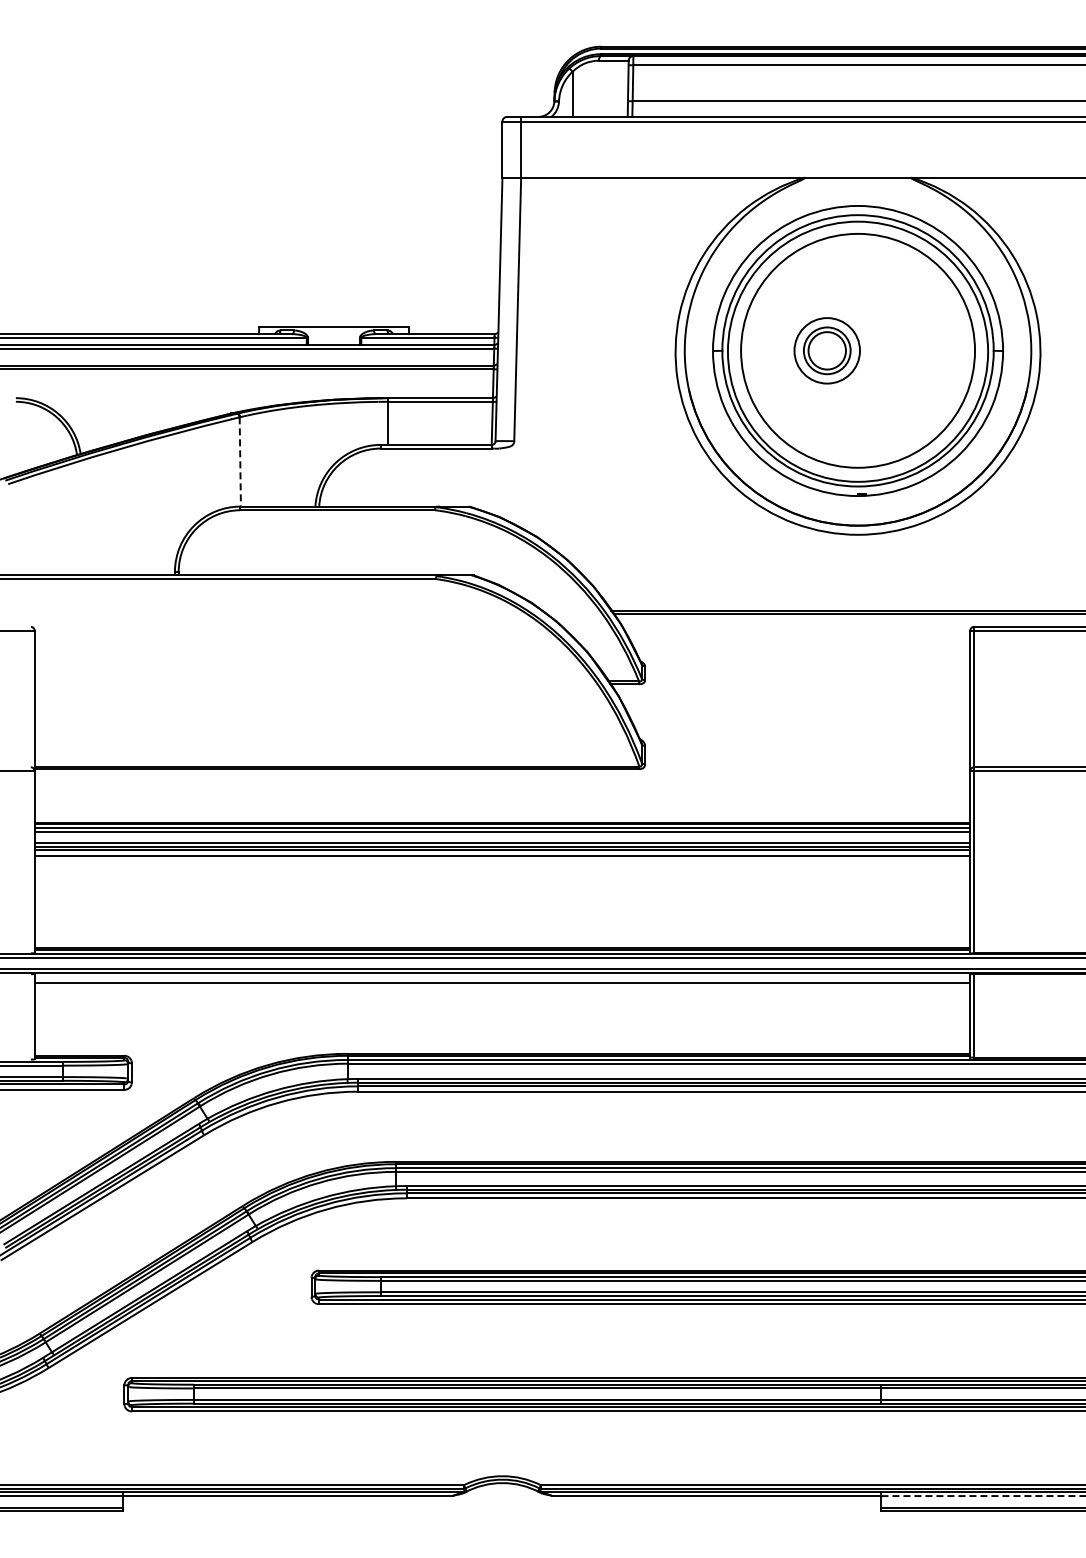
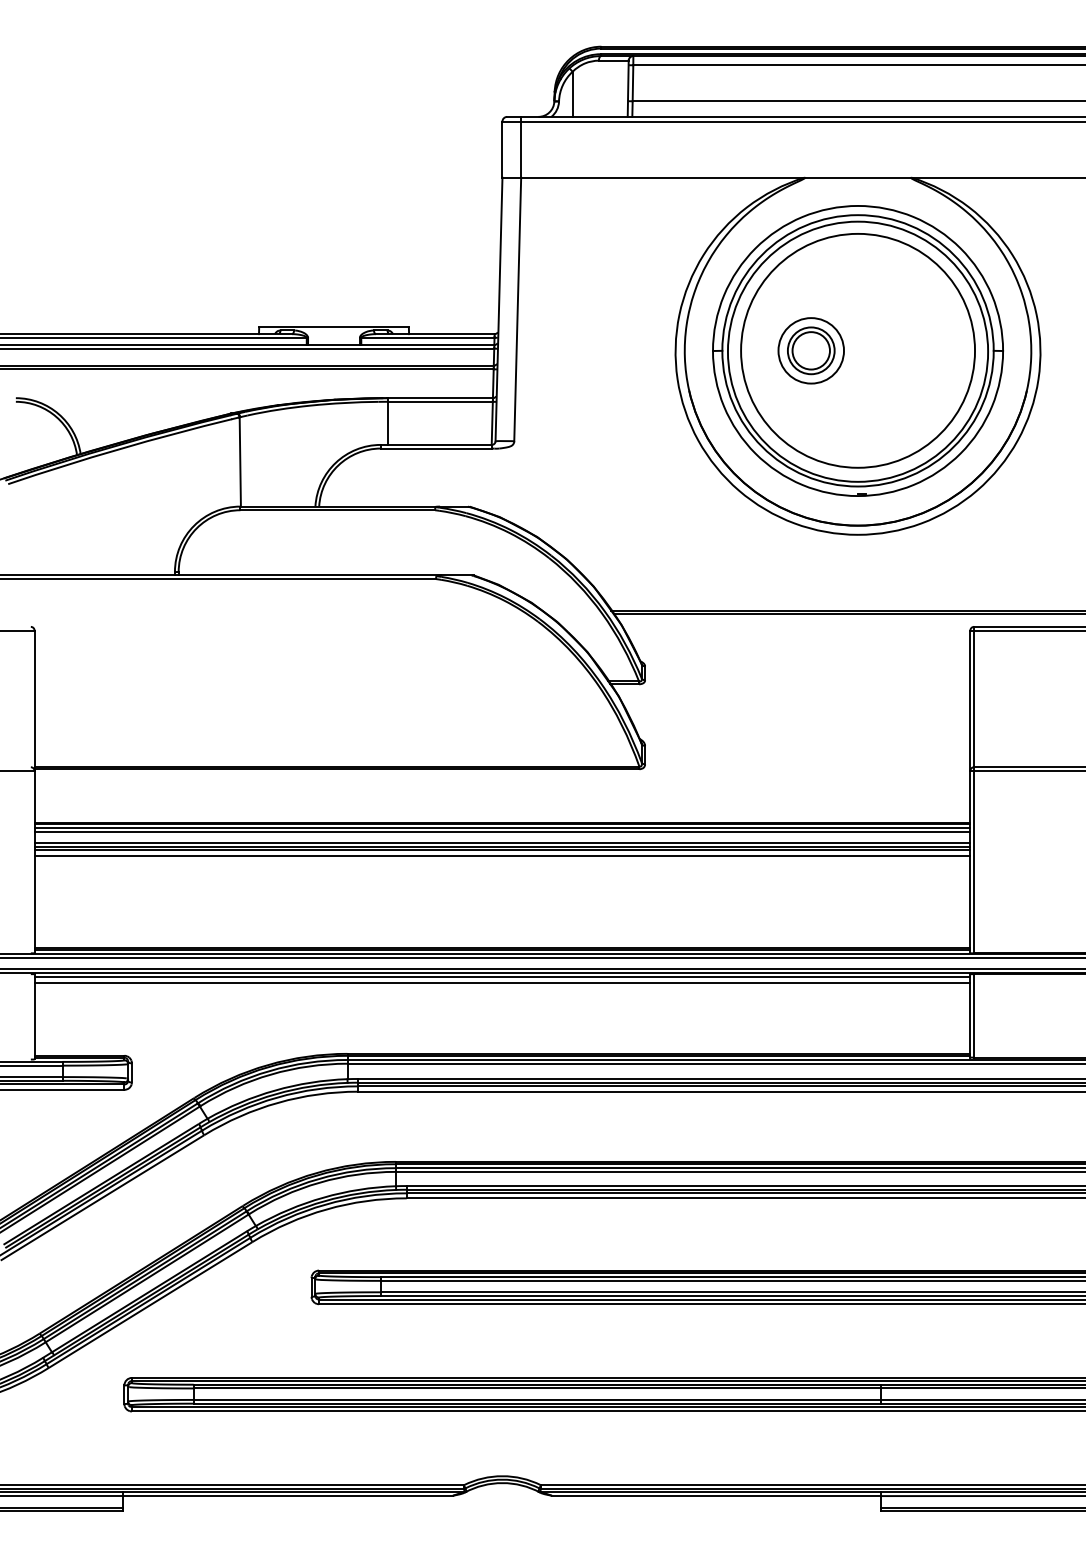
part at (826, 350) position: (826, 350) -> (810, 350)
line at (240, 461): dashed -> solid
line at (502, 977): none -> present
line at (983, 1496): dashed -> solid
